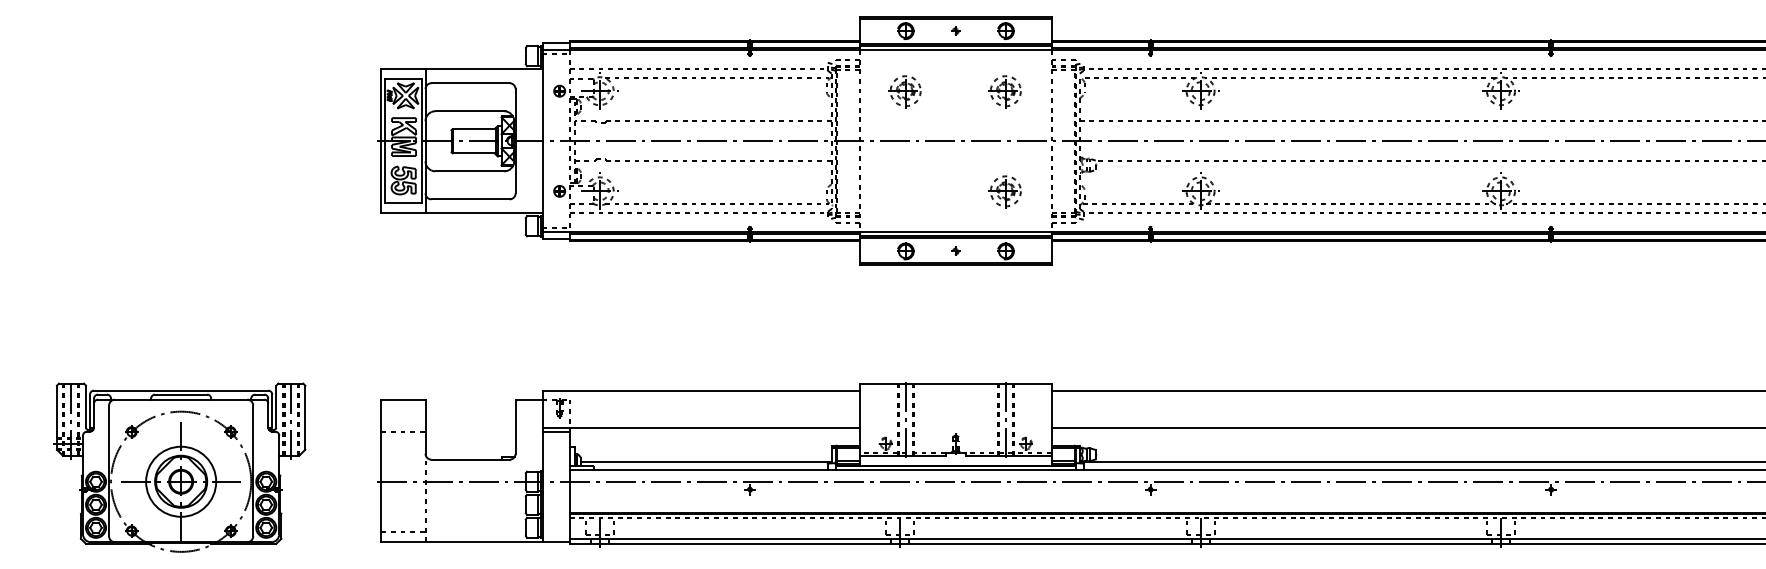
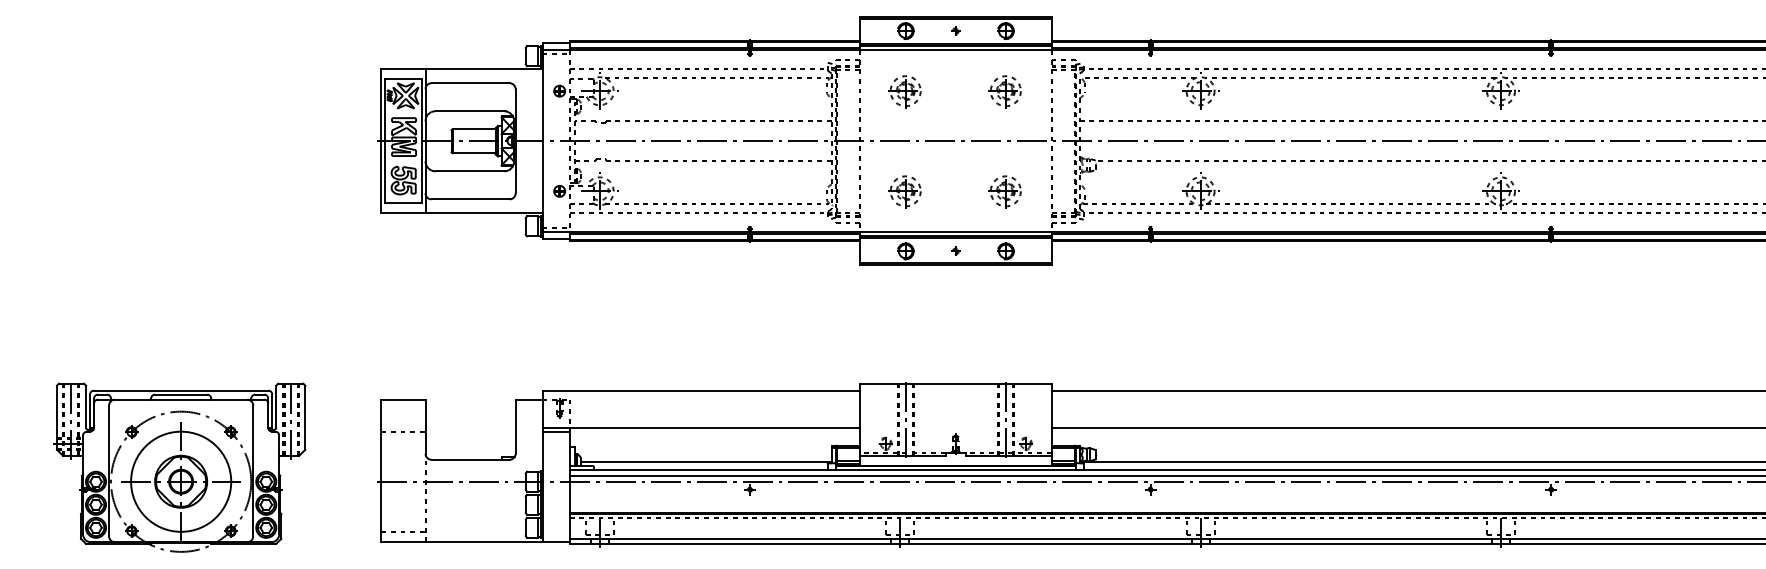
part at (904, 191): none -> present
line at (1165, 475): none -> present
circle at (181, 481) diameter: 70 px -> 100 px
